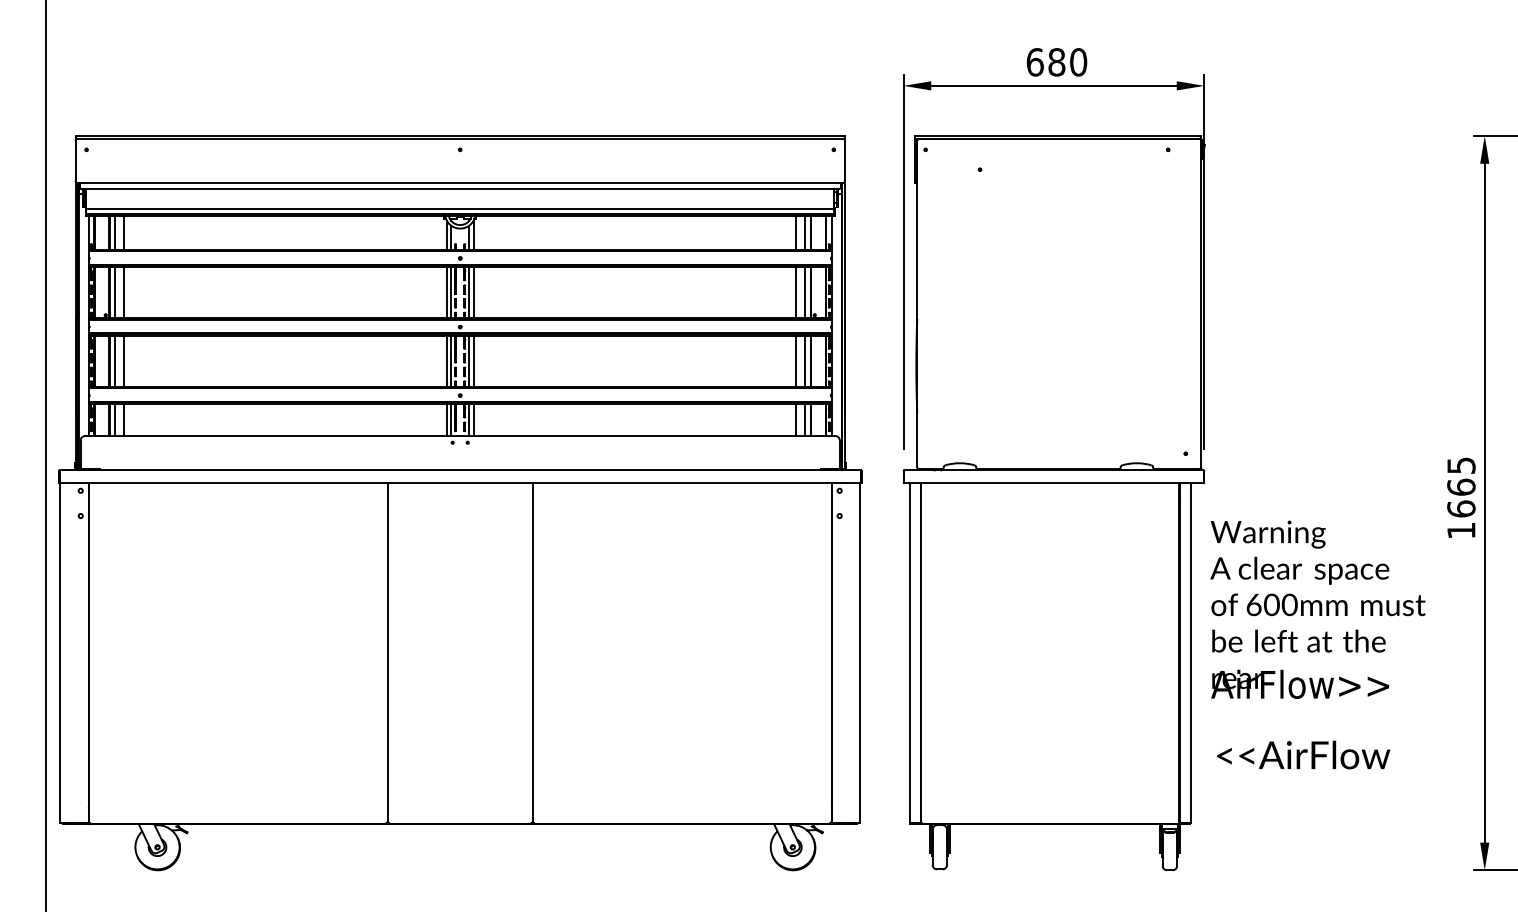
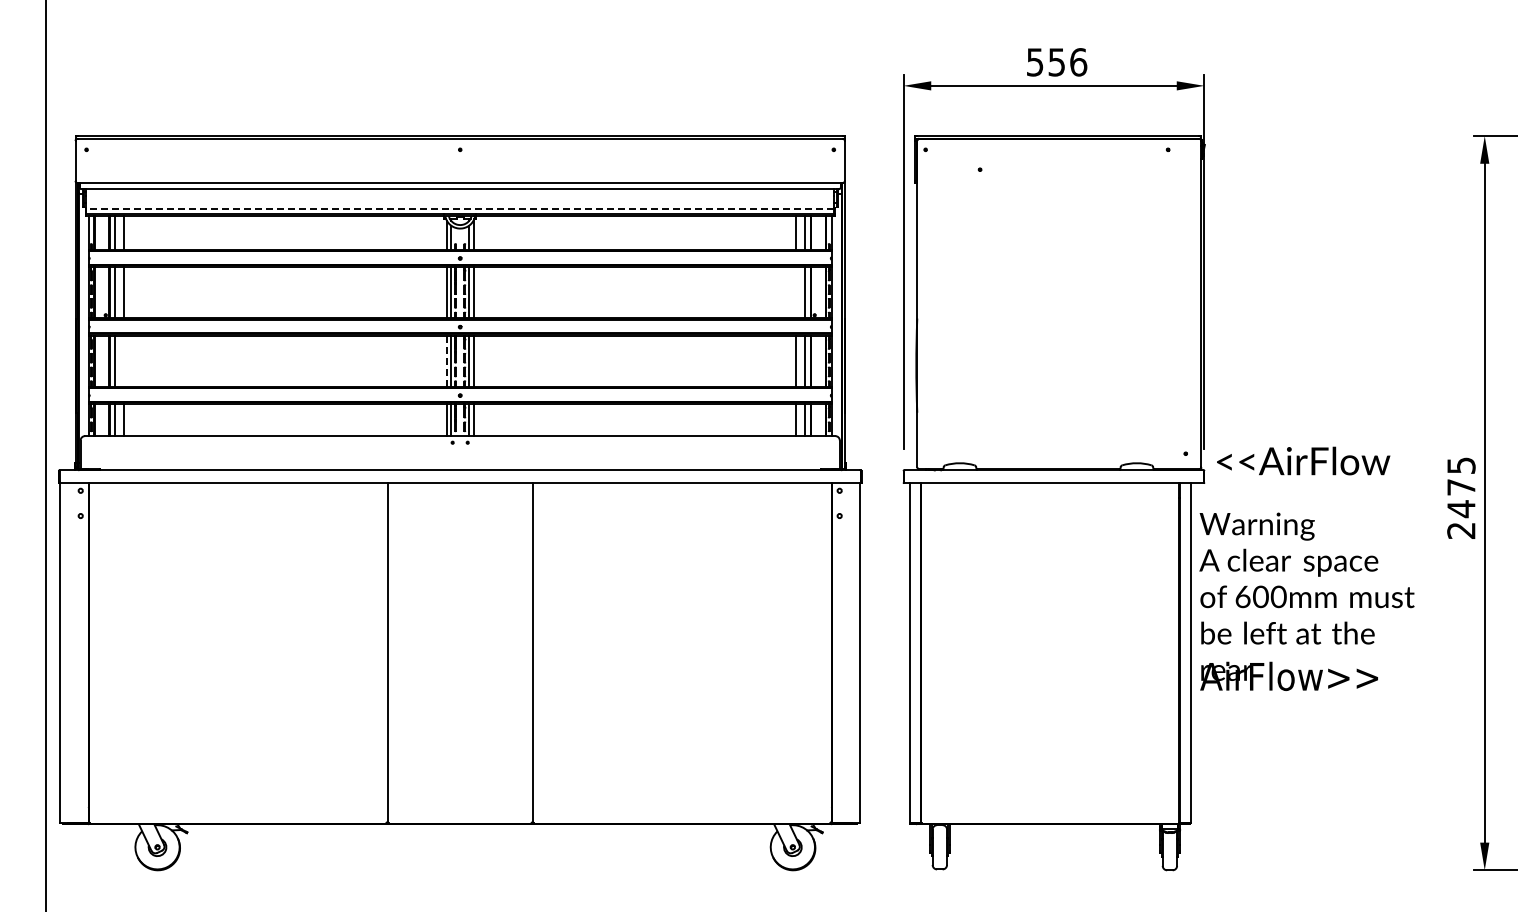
text at (1056, 62): 680 -> 556
line at (459, 208): solid -> dashed
line at (796, 292): present -> none
line at (123, 360): present -> none
line at (446, 361): solid -> dashed
text at (1461, 508): 1665 -> 2475
text at (1317, 609) position: (1317, 609) -> (1306, 601)
text at (1303, 754) position: (1303, 754) -> (1303, 460)
